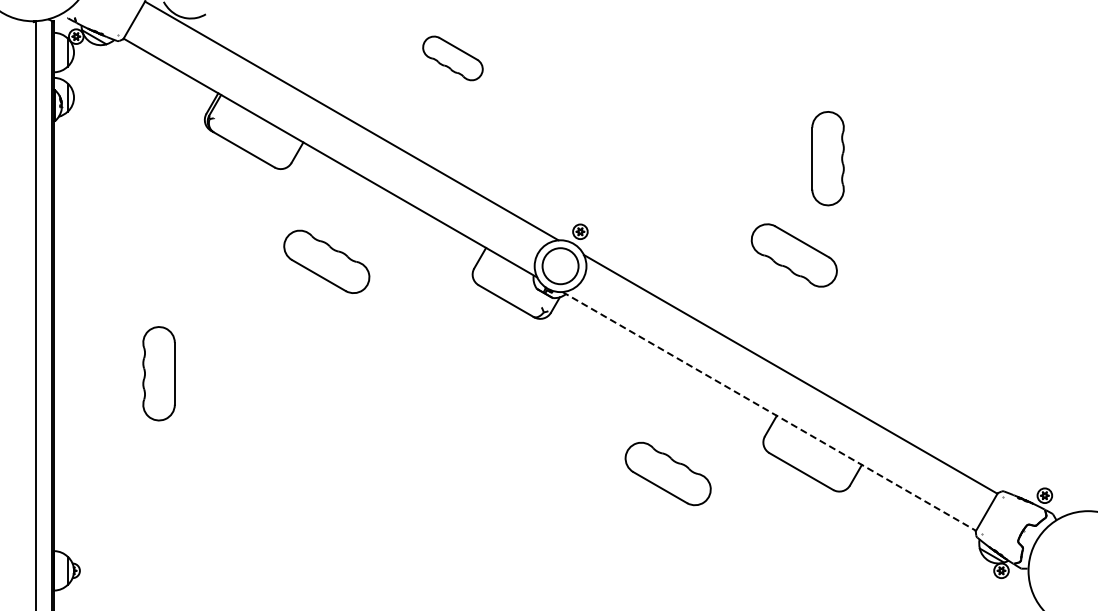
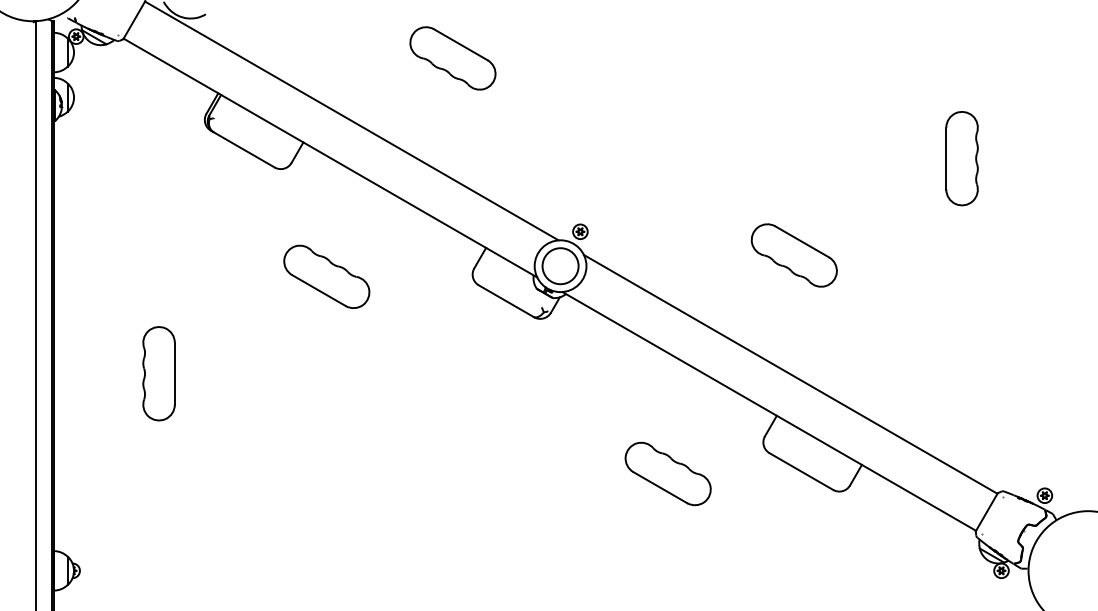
part at (452, 58) size: 62x47 px -> 88x65 px
part at (827, 158) position: (827, 158) -> (961, 158)
part at (326, 261) position: (326, 261) -> (326, 276)
line at (769, 411): dashed -> solid
